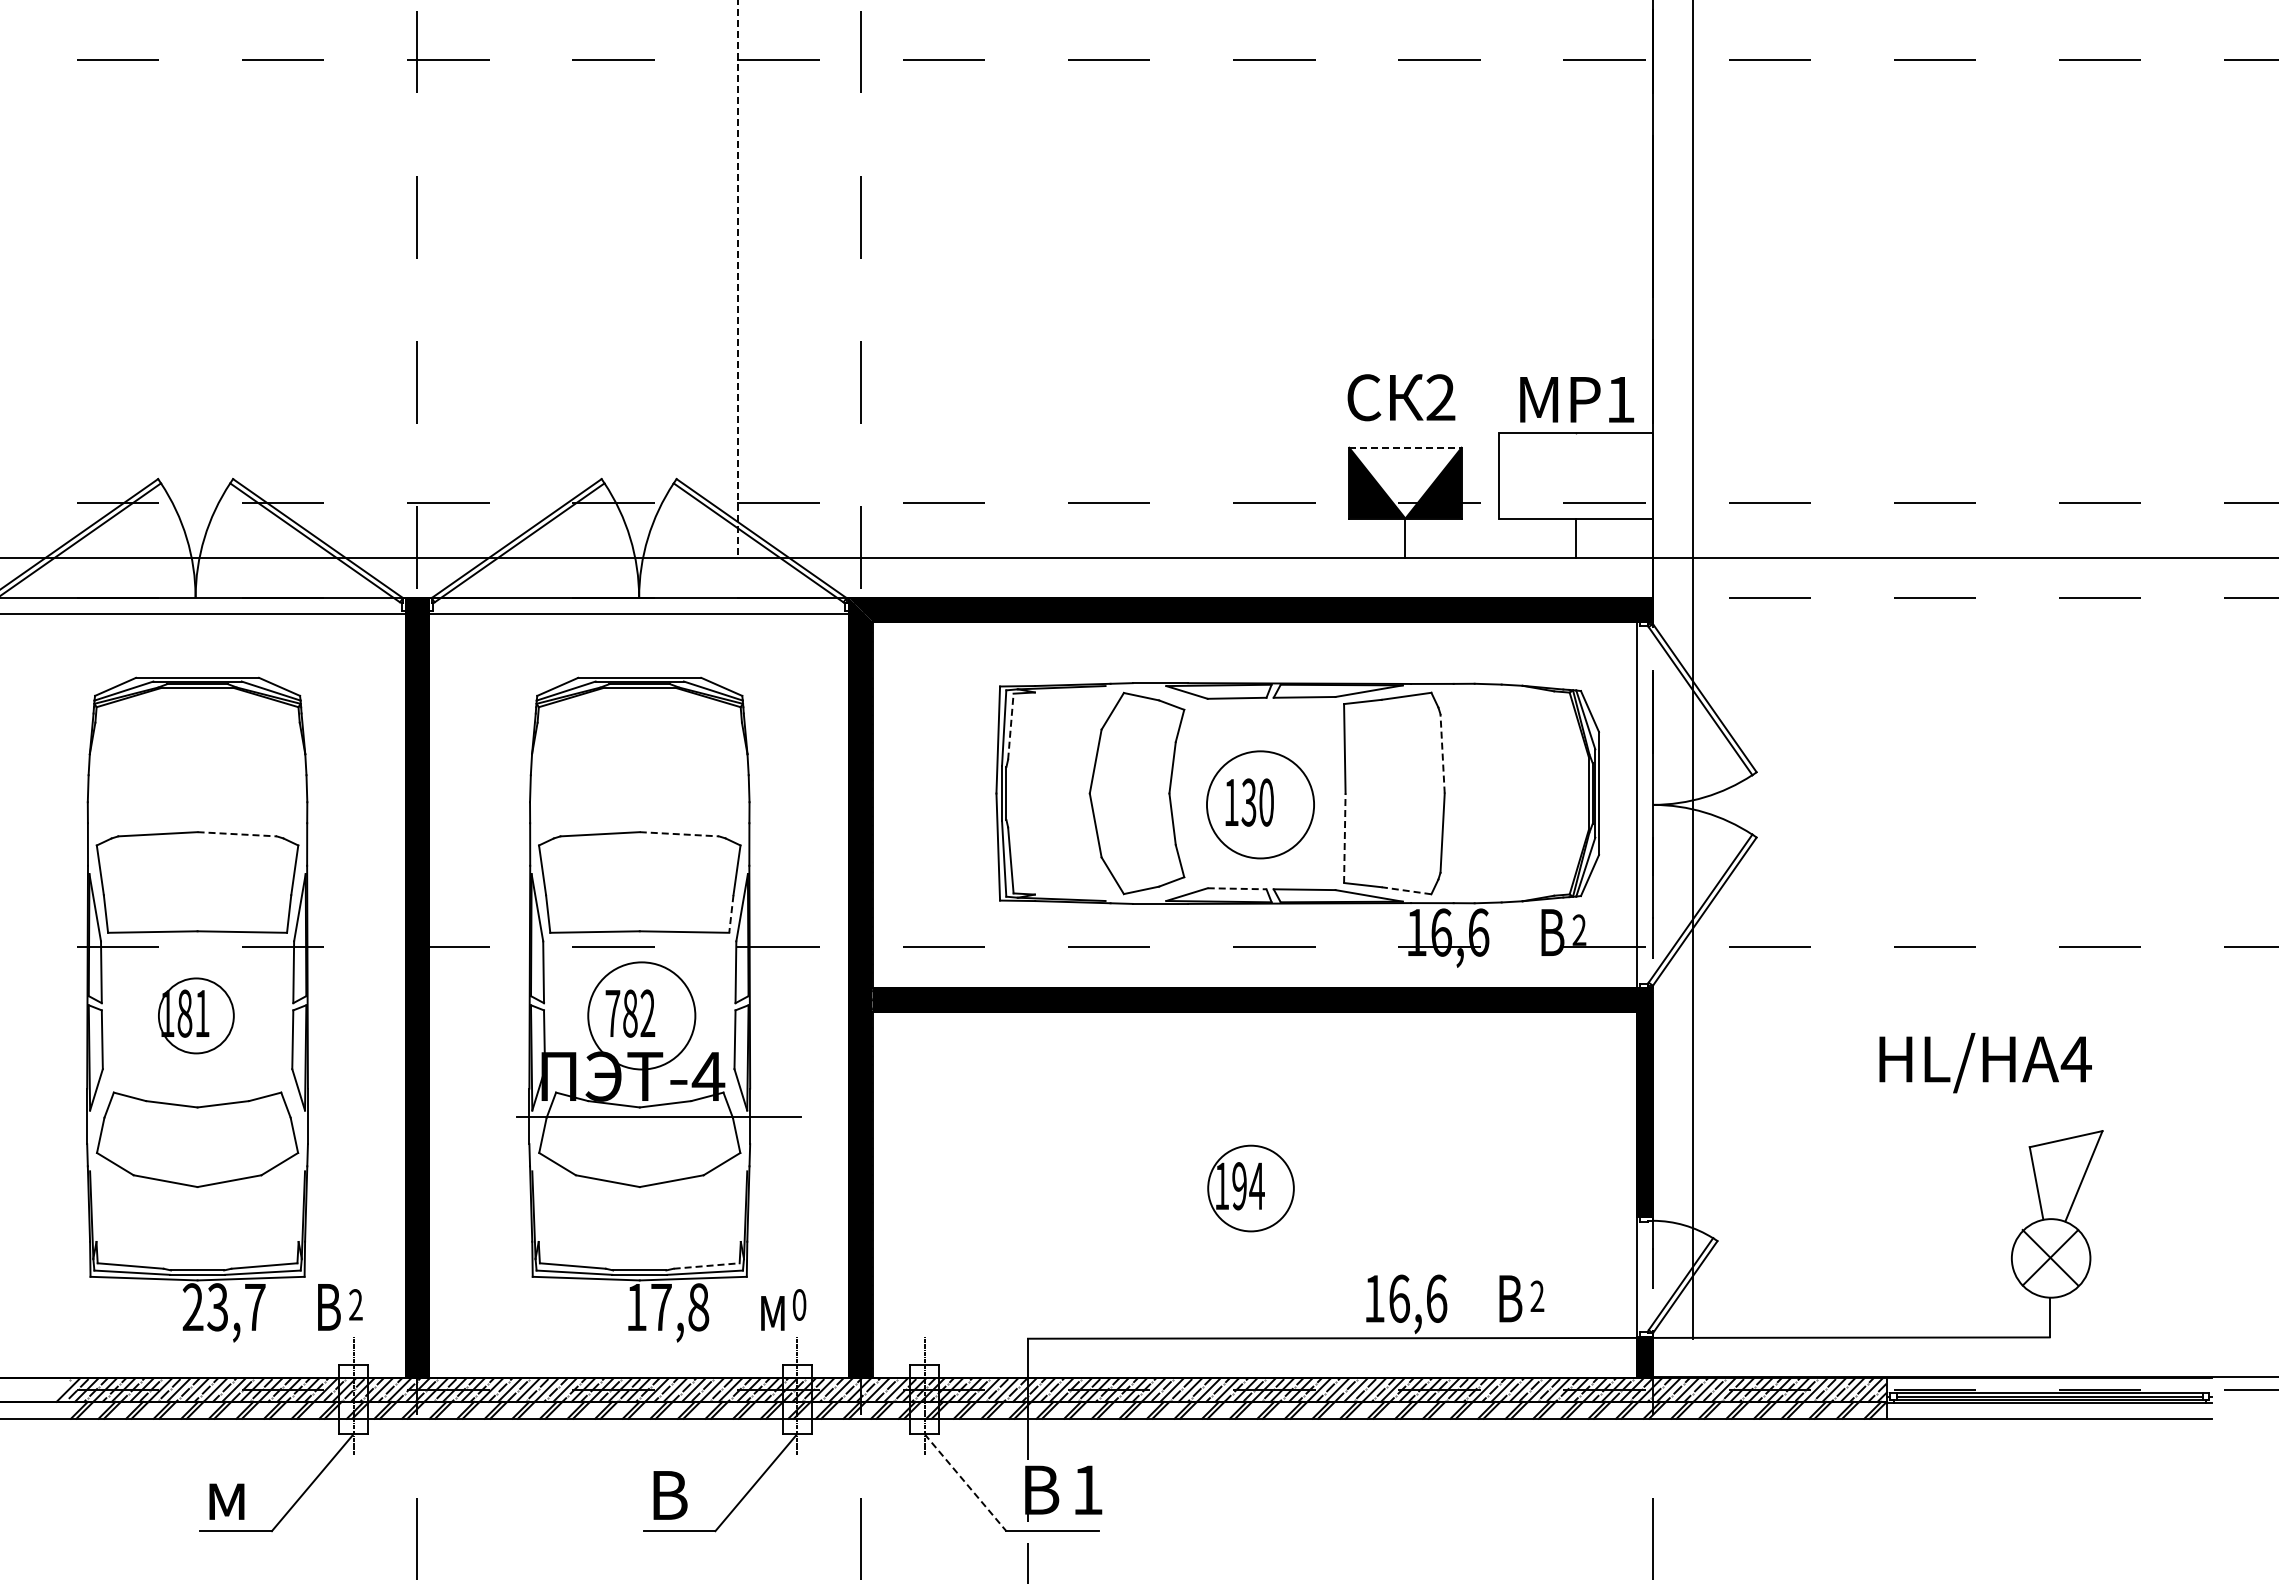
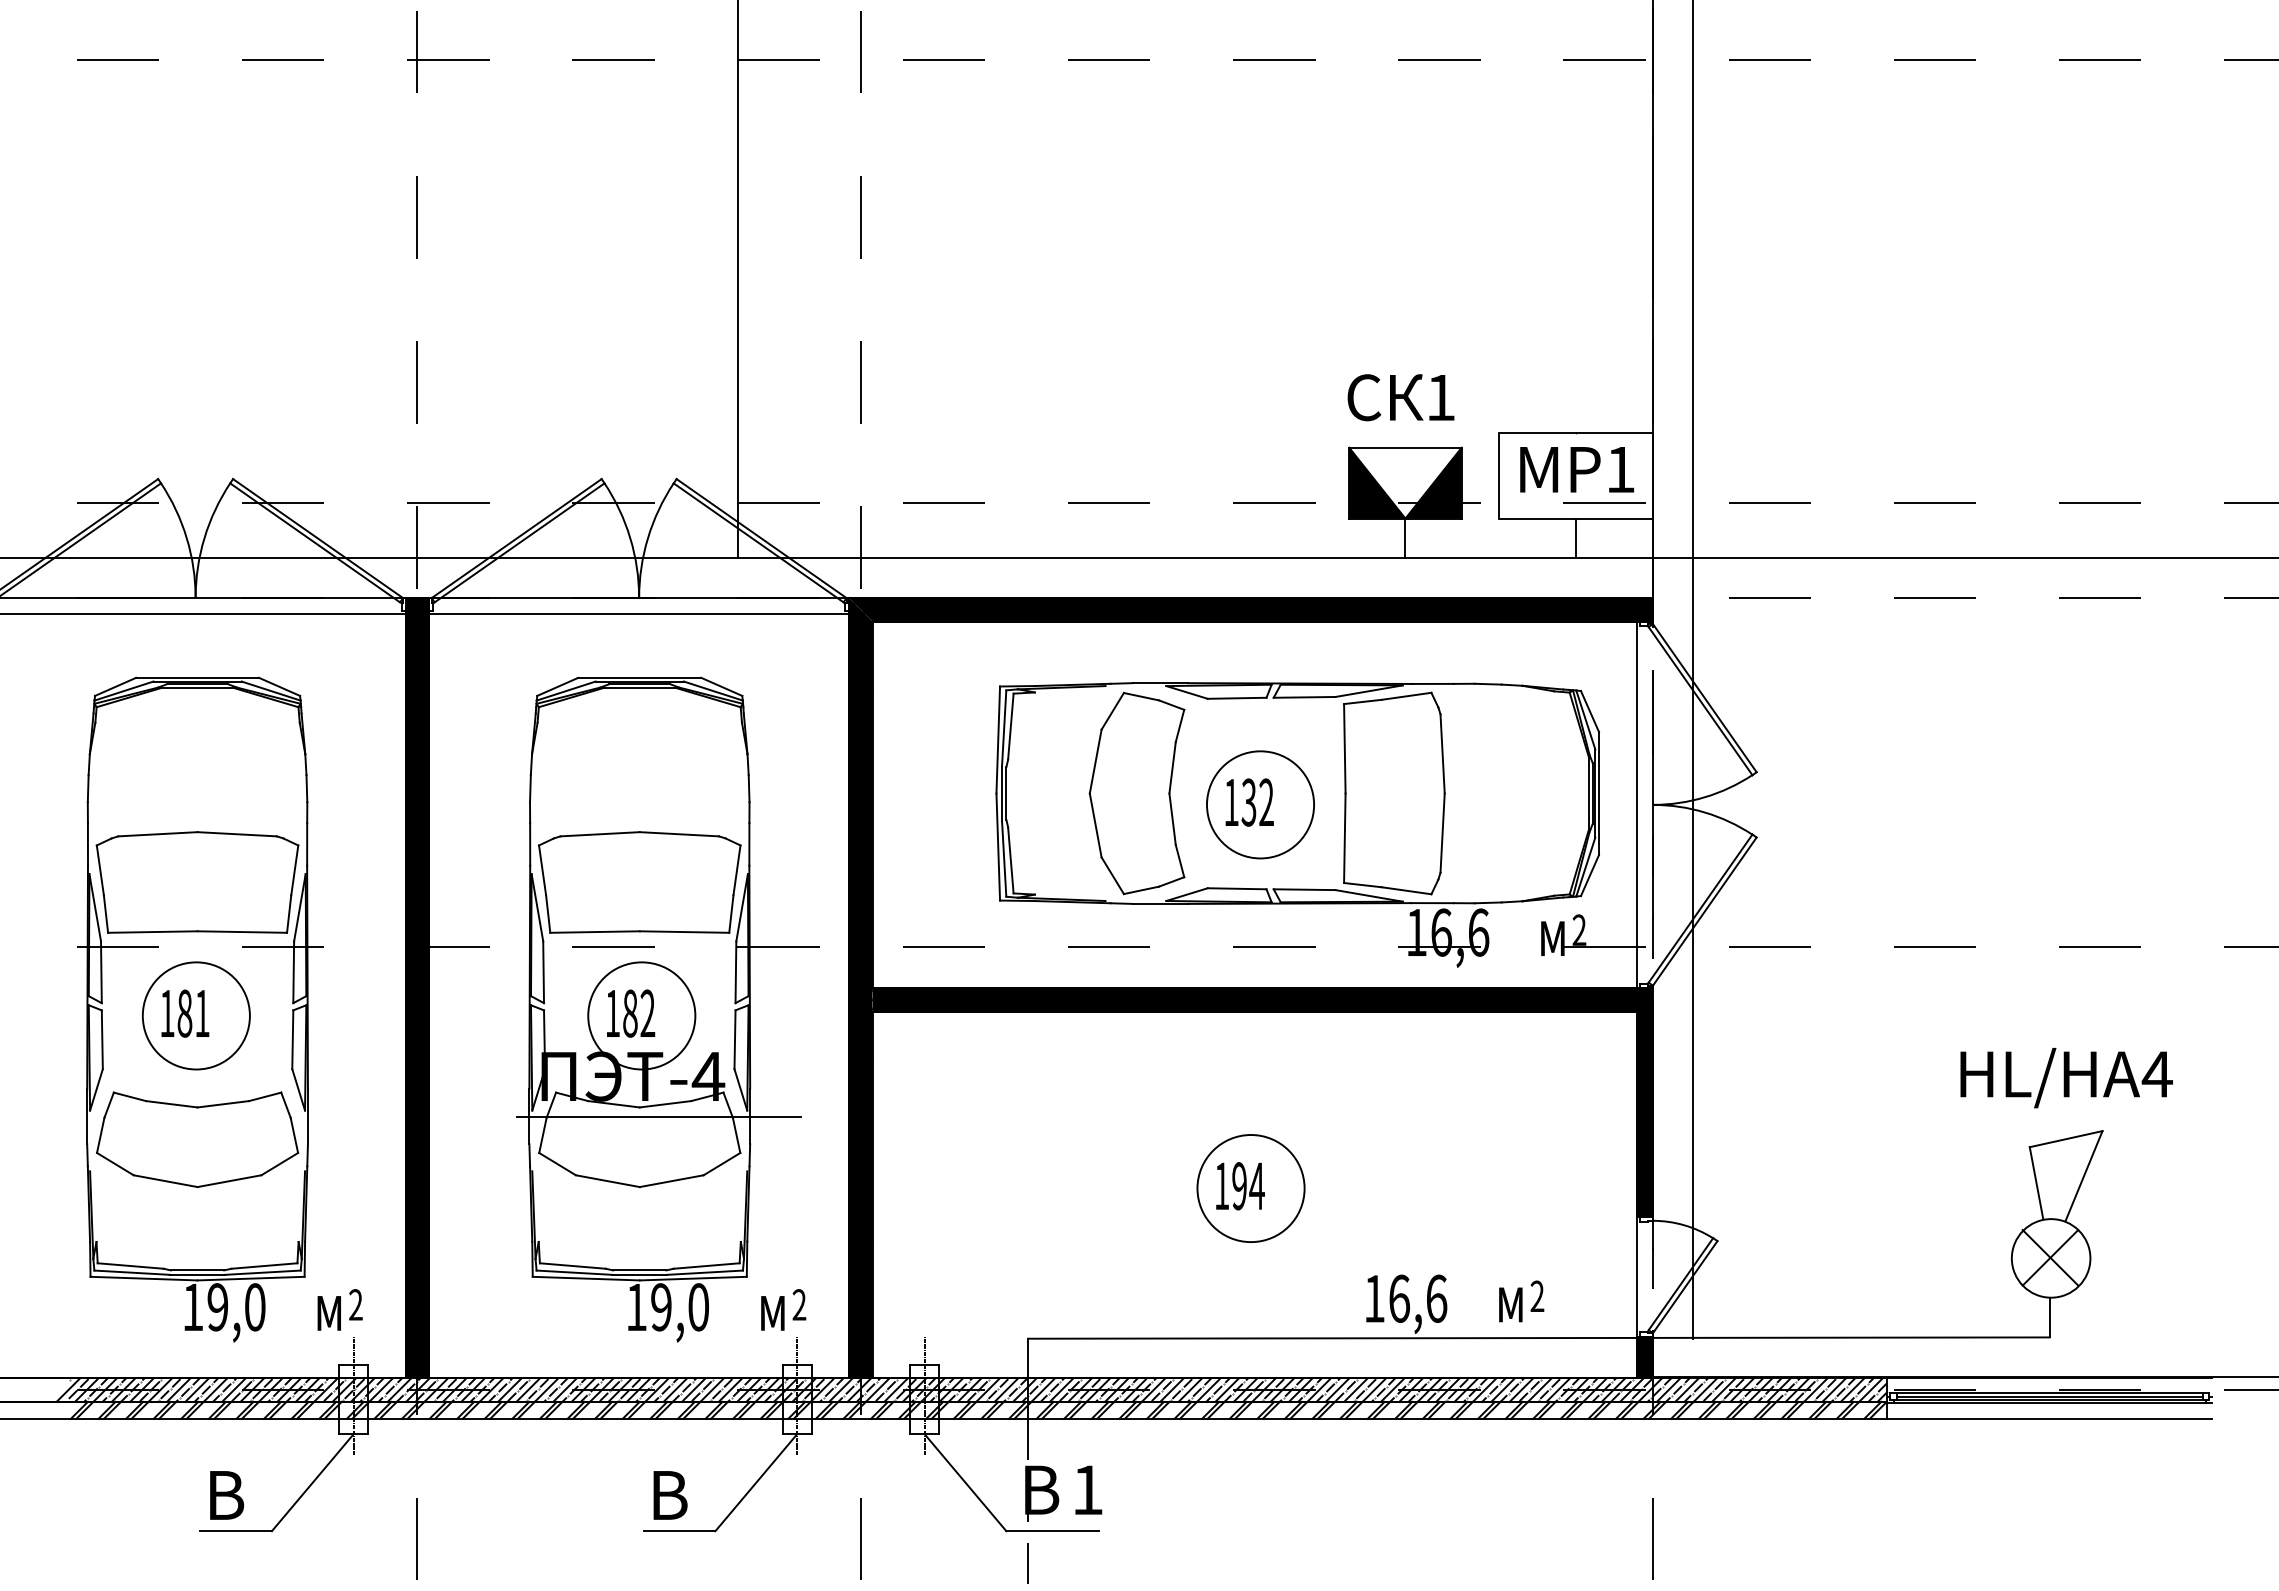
line at (737, 279): dashed -> solid
text at (1440, 397): 2 -> 1
text at (1577, 399) position: (1577, 399) -> (1577, 469)
line at (1405, 447): dashed -> solid
line at (1010, 726): dashed -> solid
line at (1442, 753): dashed -> solid
text at (1266, 802): 130 -> 132
line at (237, 834): dashed -> solid
line at (679, 834): dashed -> solid
line at (1344, 838): dashed -> solid
line at (1237, 888): dashed -> solid
line at (1406, 890): dashed -> solid
line at (731, 914): dashed -> solid
text at (1552, 932): В -> м
text at (612, 1013): 782 -> 182
circle at (195, 1015) diameter: 75 px -> 107 px
text at (1985, 1063) position: (1985, 1063) -> (2066, 1078)
circle at (1250, 1188) diameter: 86 px -> 107 px
line at (707, 1265): dashed -> solid
text at (1510, 1298): В -> м
text at (799, 1304): 0 -> 2
text at (223, 1307): 23,7 -> 19,0
text at (328, 1307): В -> м
text at (680, 1307): 17,8 -> 19,0
line at (965, 1483): dashed -> solid
text at (226, 1495): м -> В
